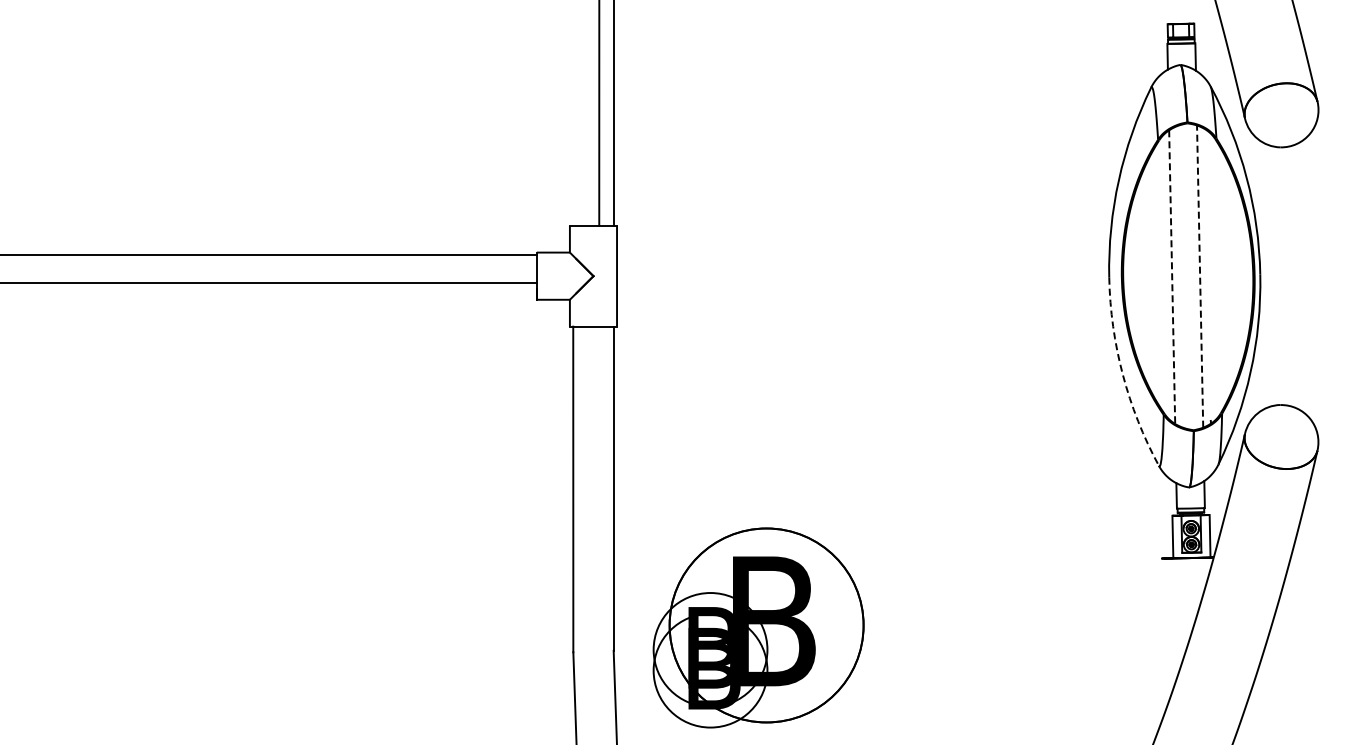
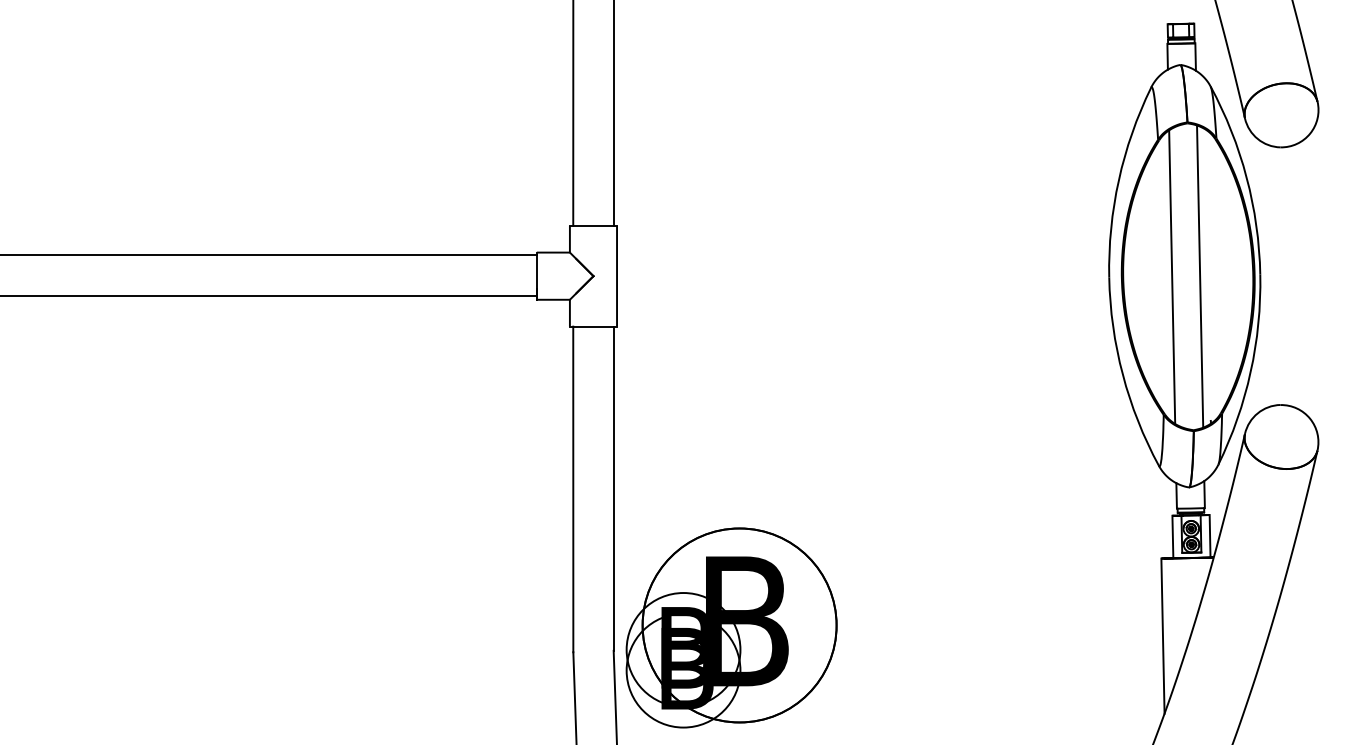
line at (599, 113) position: (599, 113) -> (573, 113)
line at (1200, 276): dashed -> solid
line at (1172, 277): dashed -> solid
line at (269, 282) position: (269, 282) -> (269, 295)
arc at (1122, 374): dashed -> solid
part at (758, 627) position: (758, 627) -> (731, 627)
line at (1162, 635): none -> present
